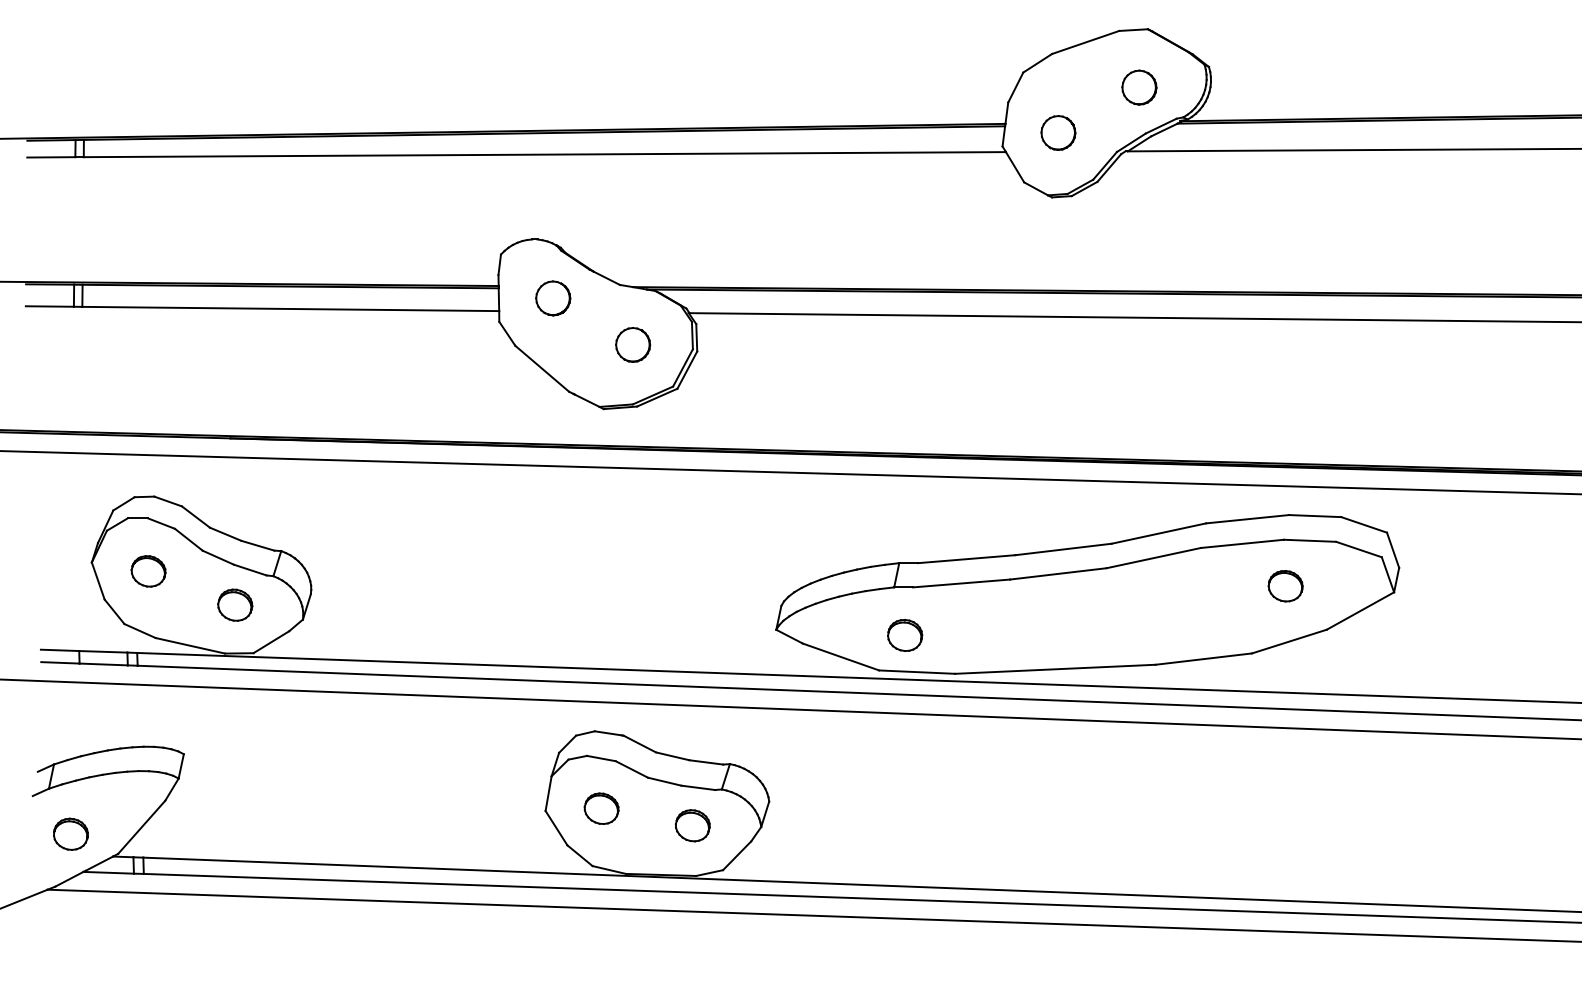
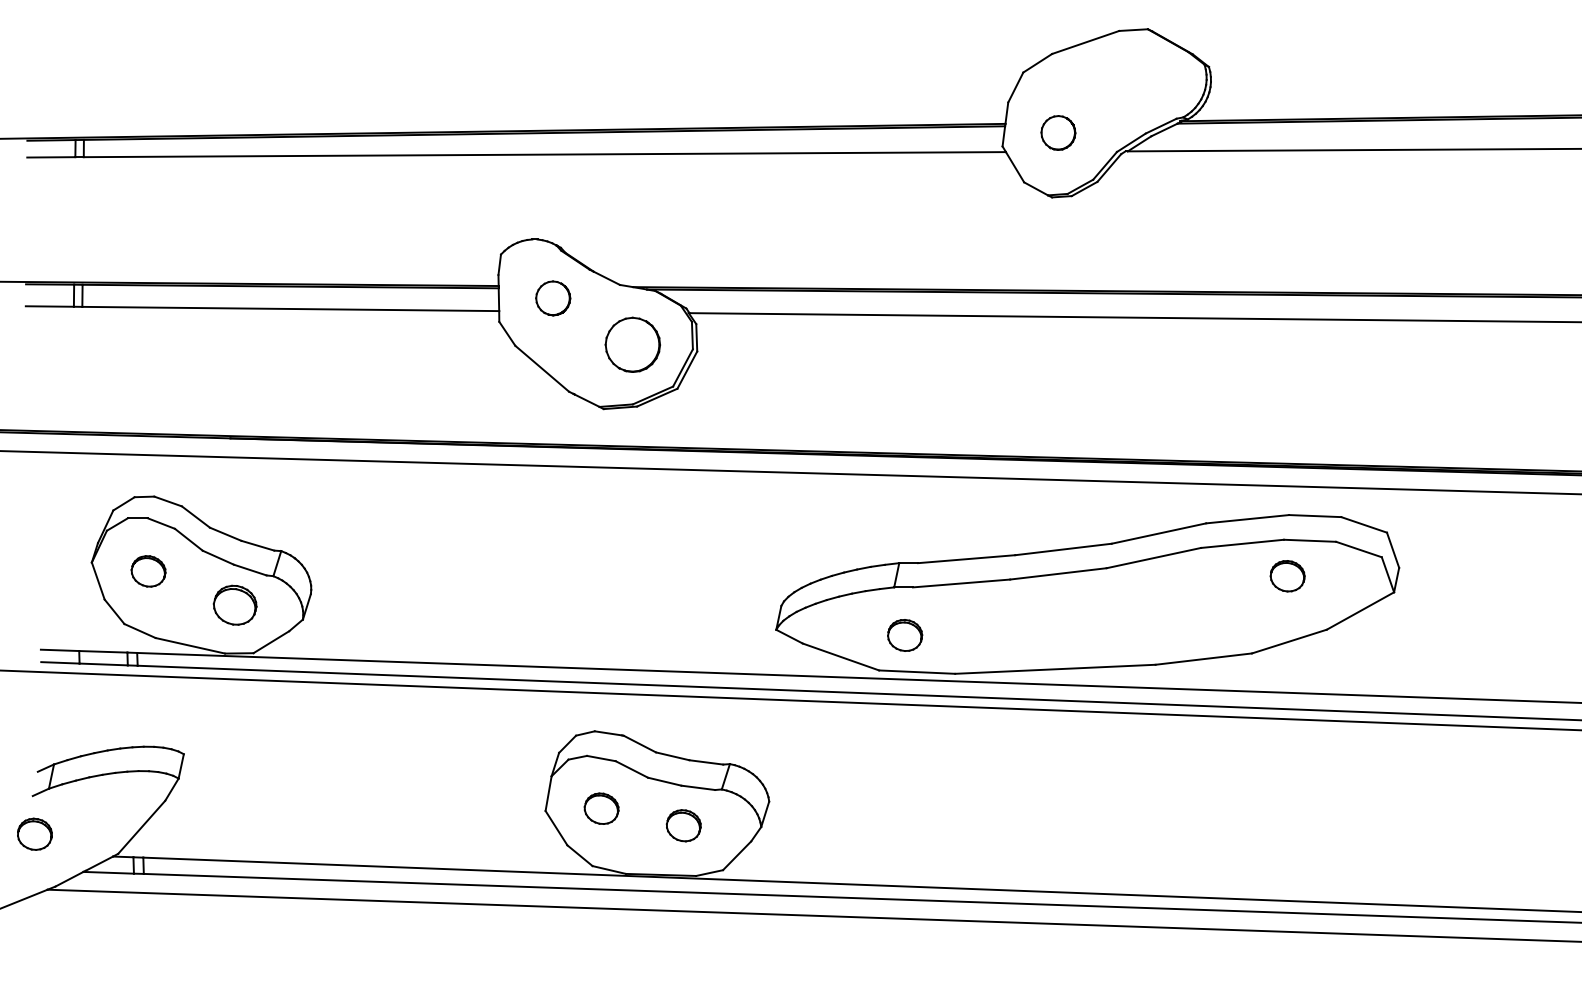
part at (1139, 87): present -> none
part at (633, 344) size: 37x36 px -> 57x57 px
part at (1285, 586) position: (1285, 586) -> (1287, 576)
part at (235, 604) size: 37x34 px -> 46x42 px
line at (790, 709) position: (790, 709) -> (790, 700)
part at (692, 825) position: (692, 825) -> (683, 825)
part at (70, 833) position: (70, 833) -> (34, 833)
